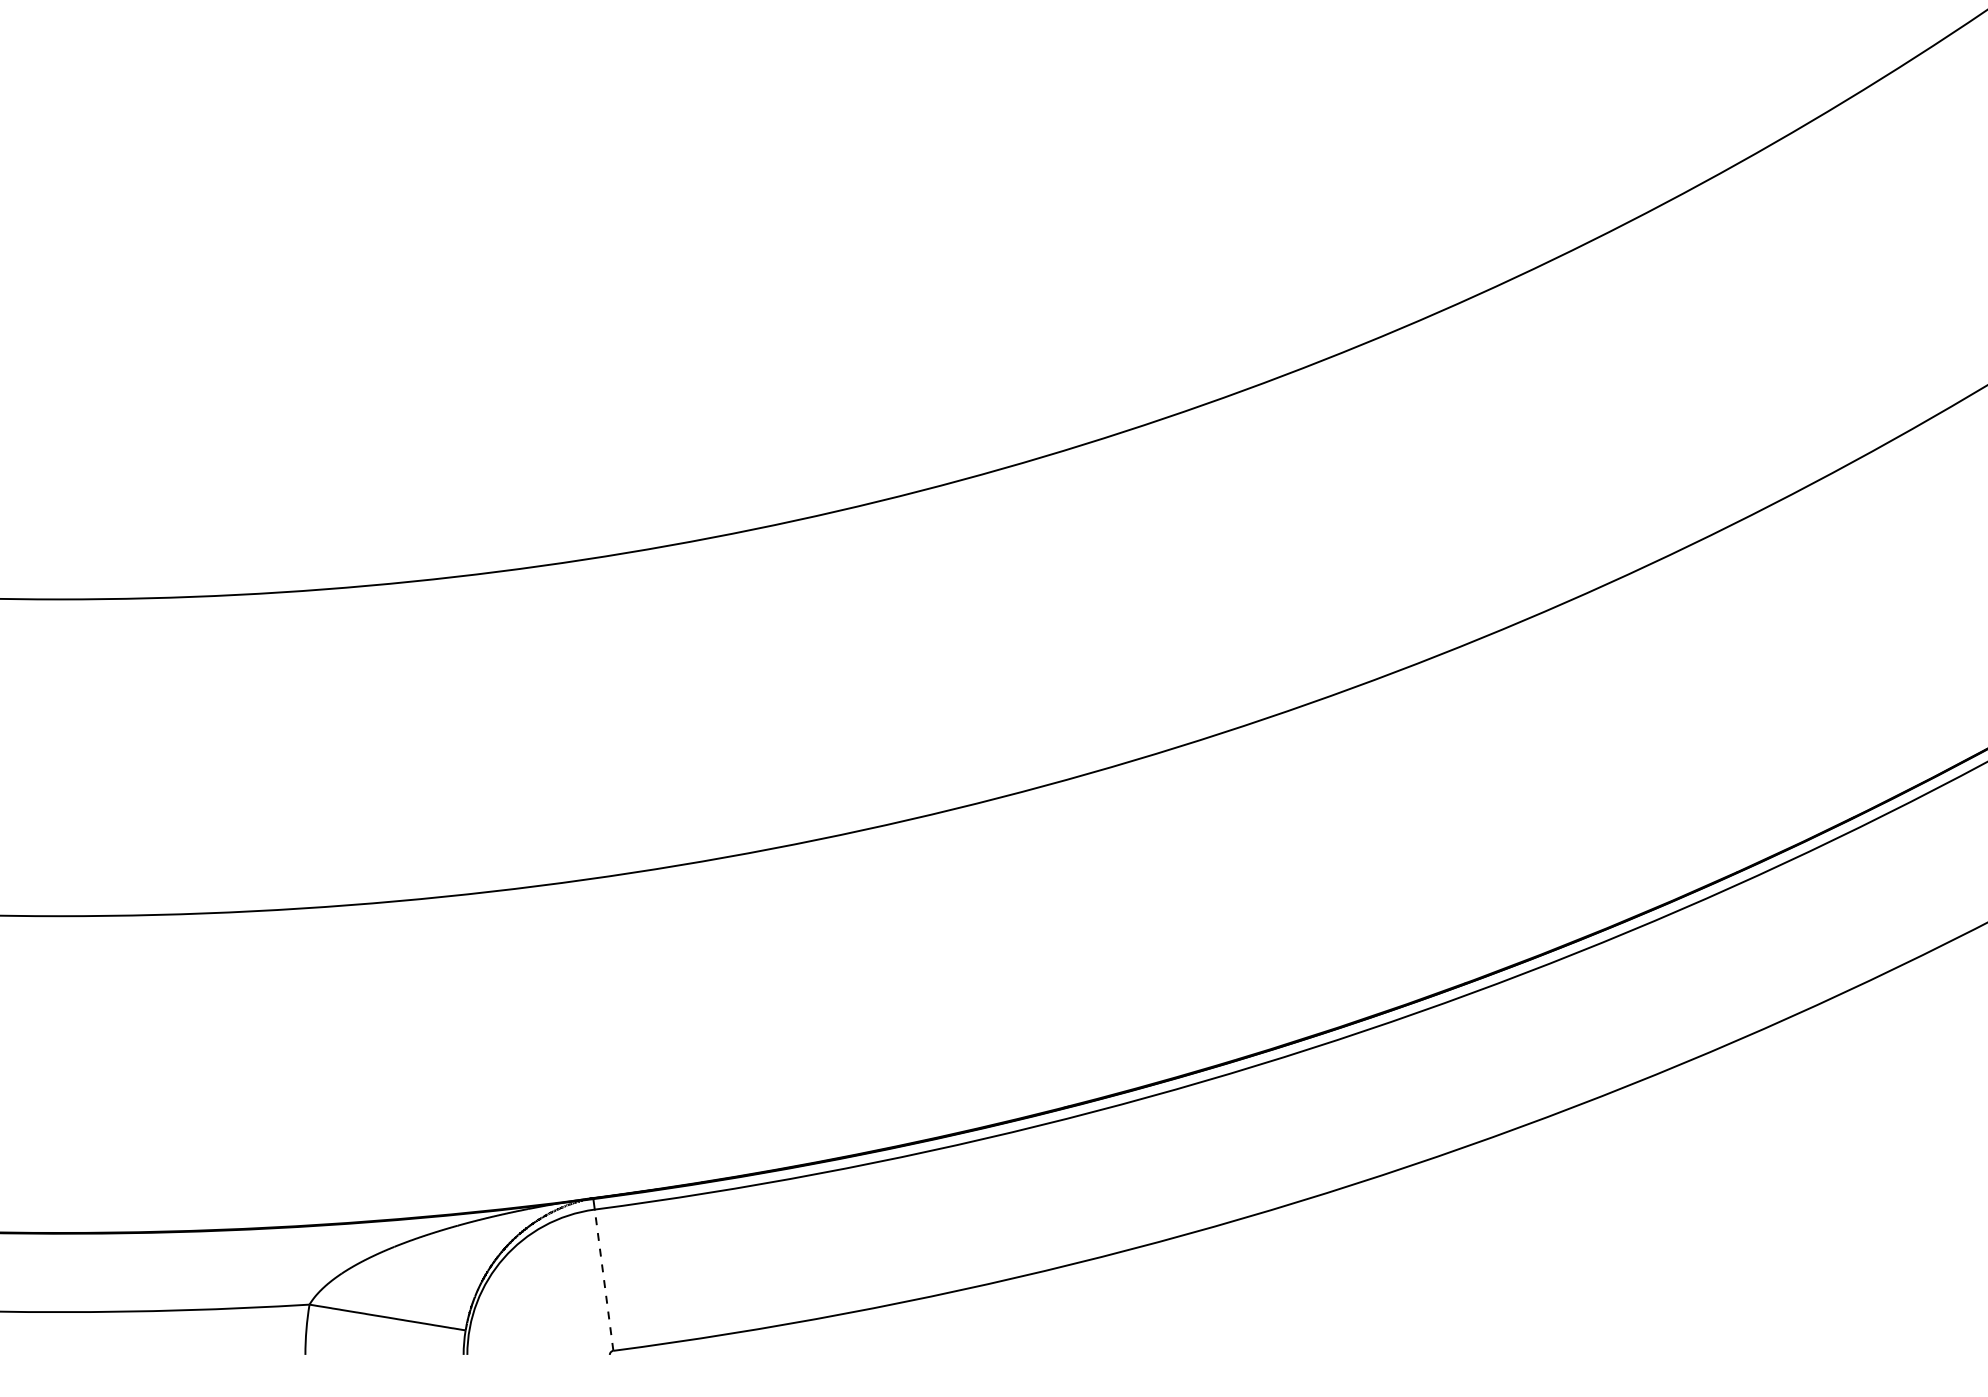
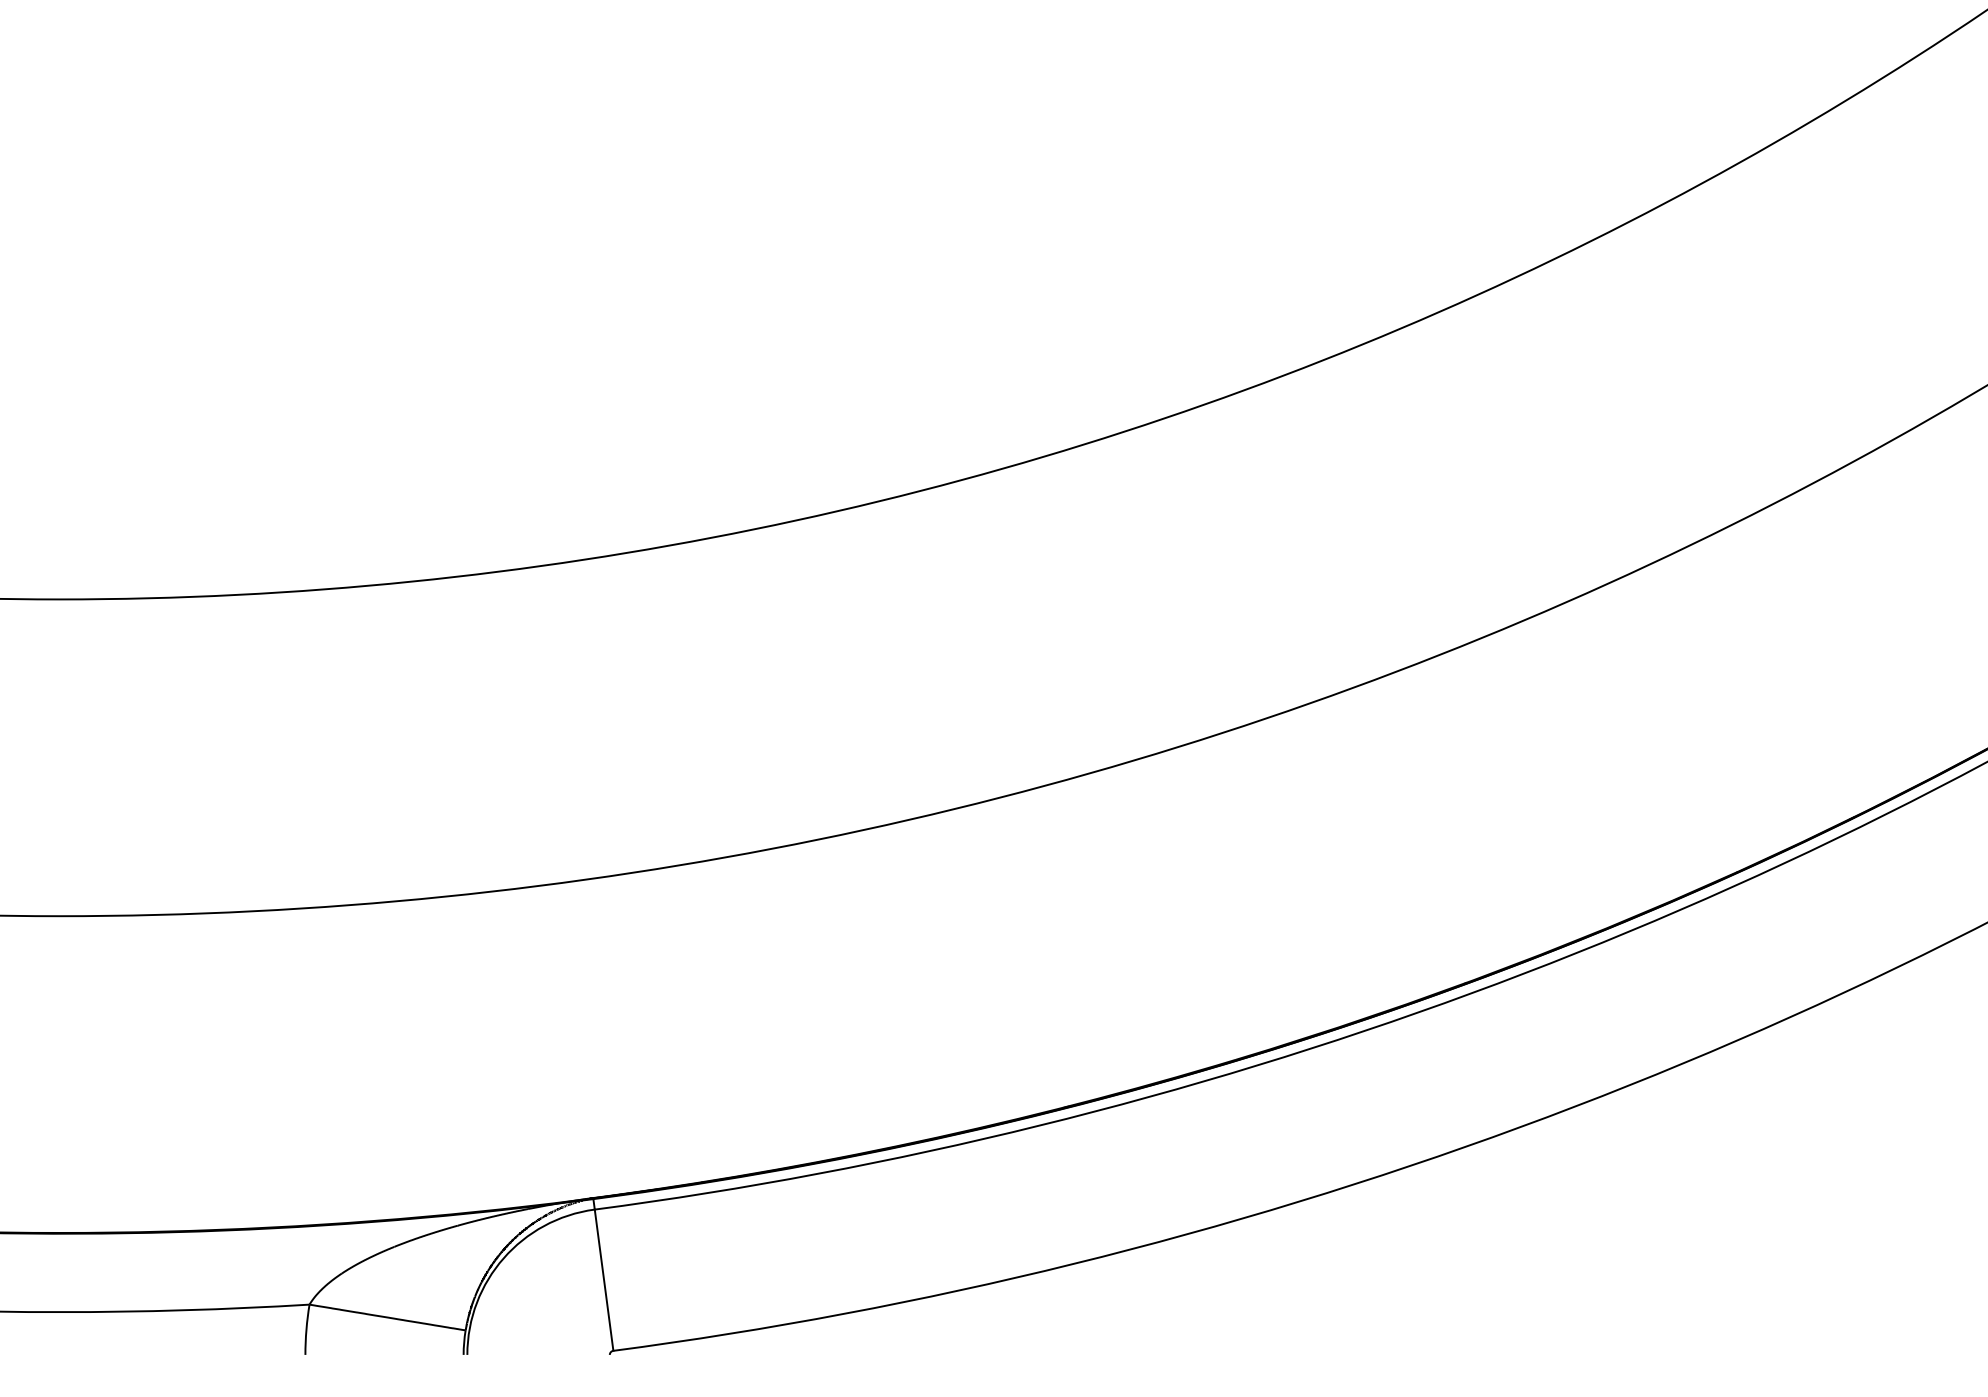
line at (604, 1279): dashed -> solid
